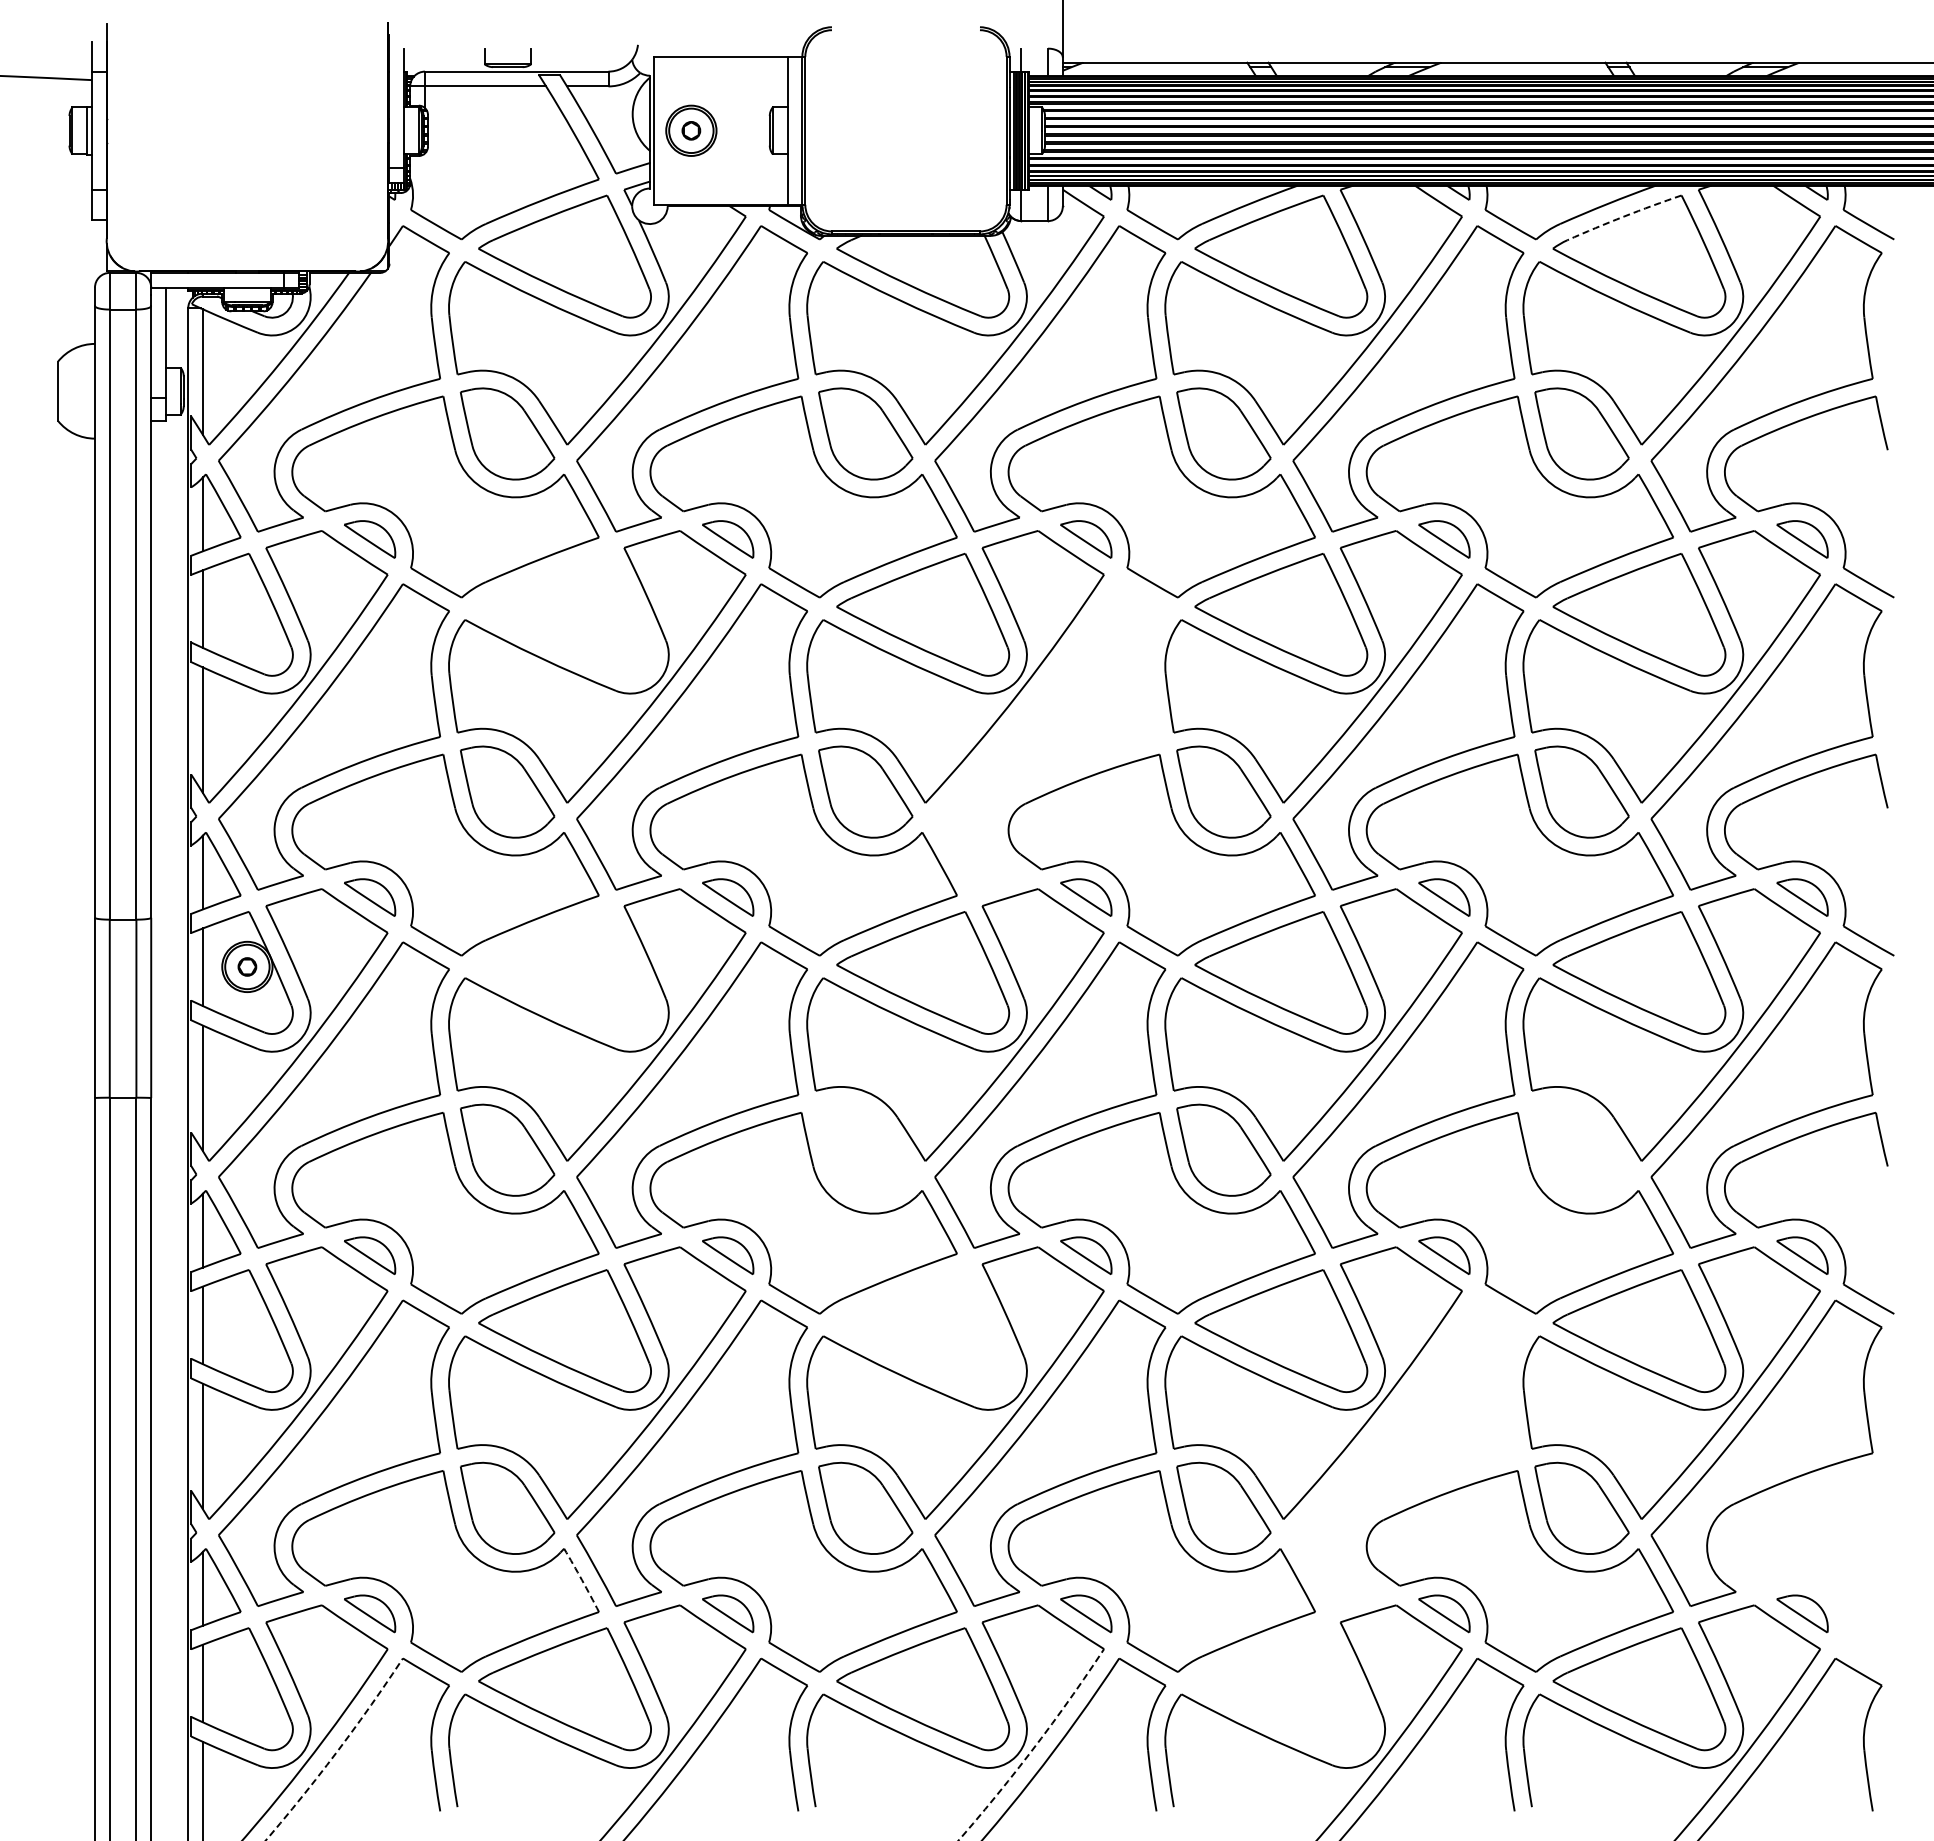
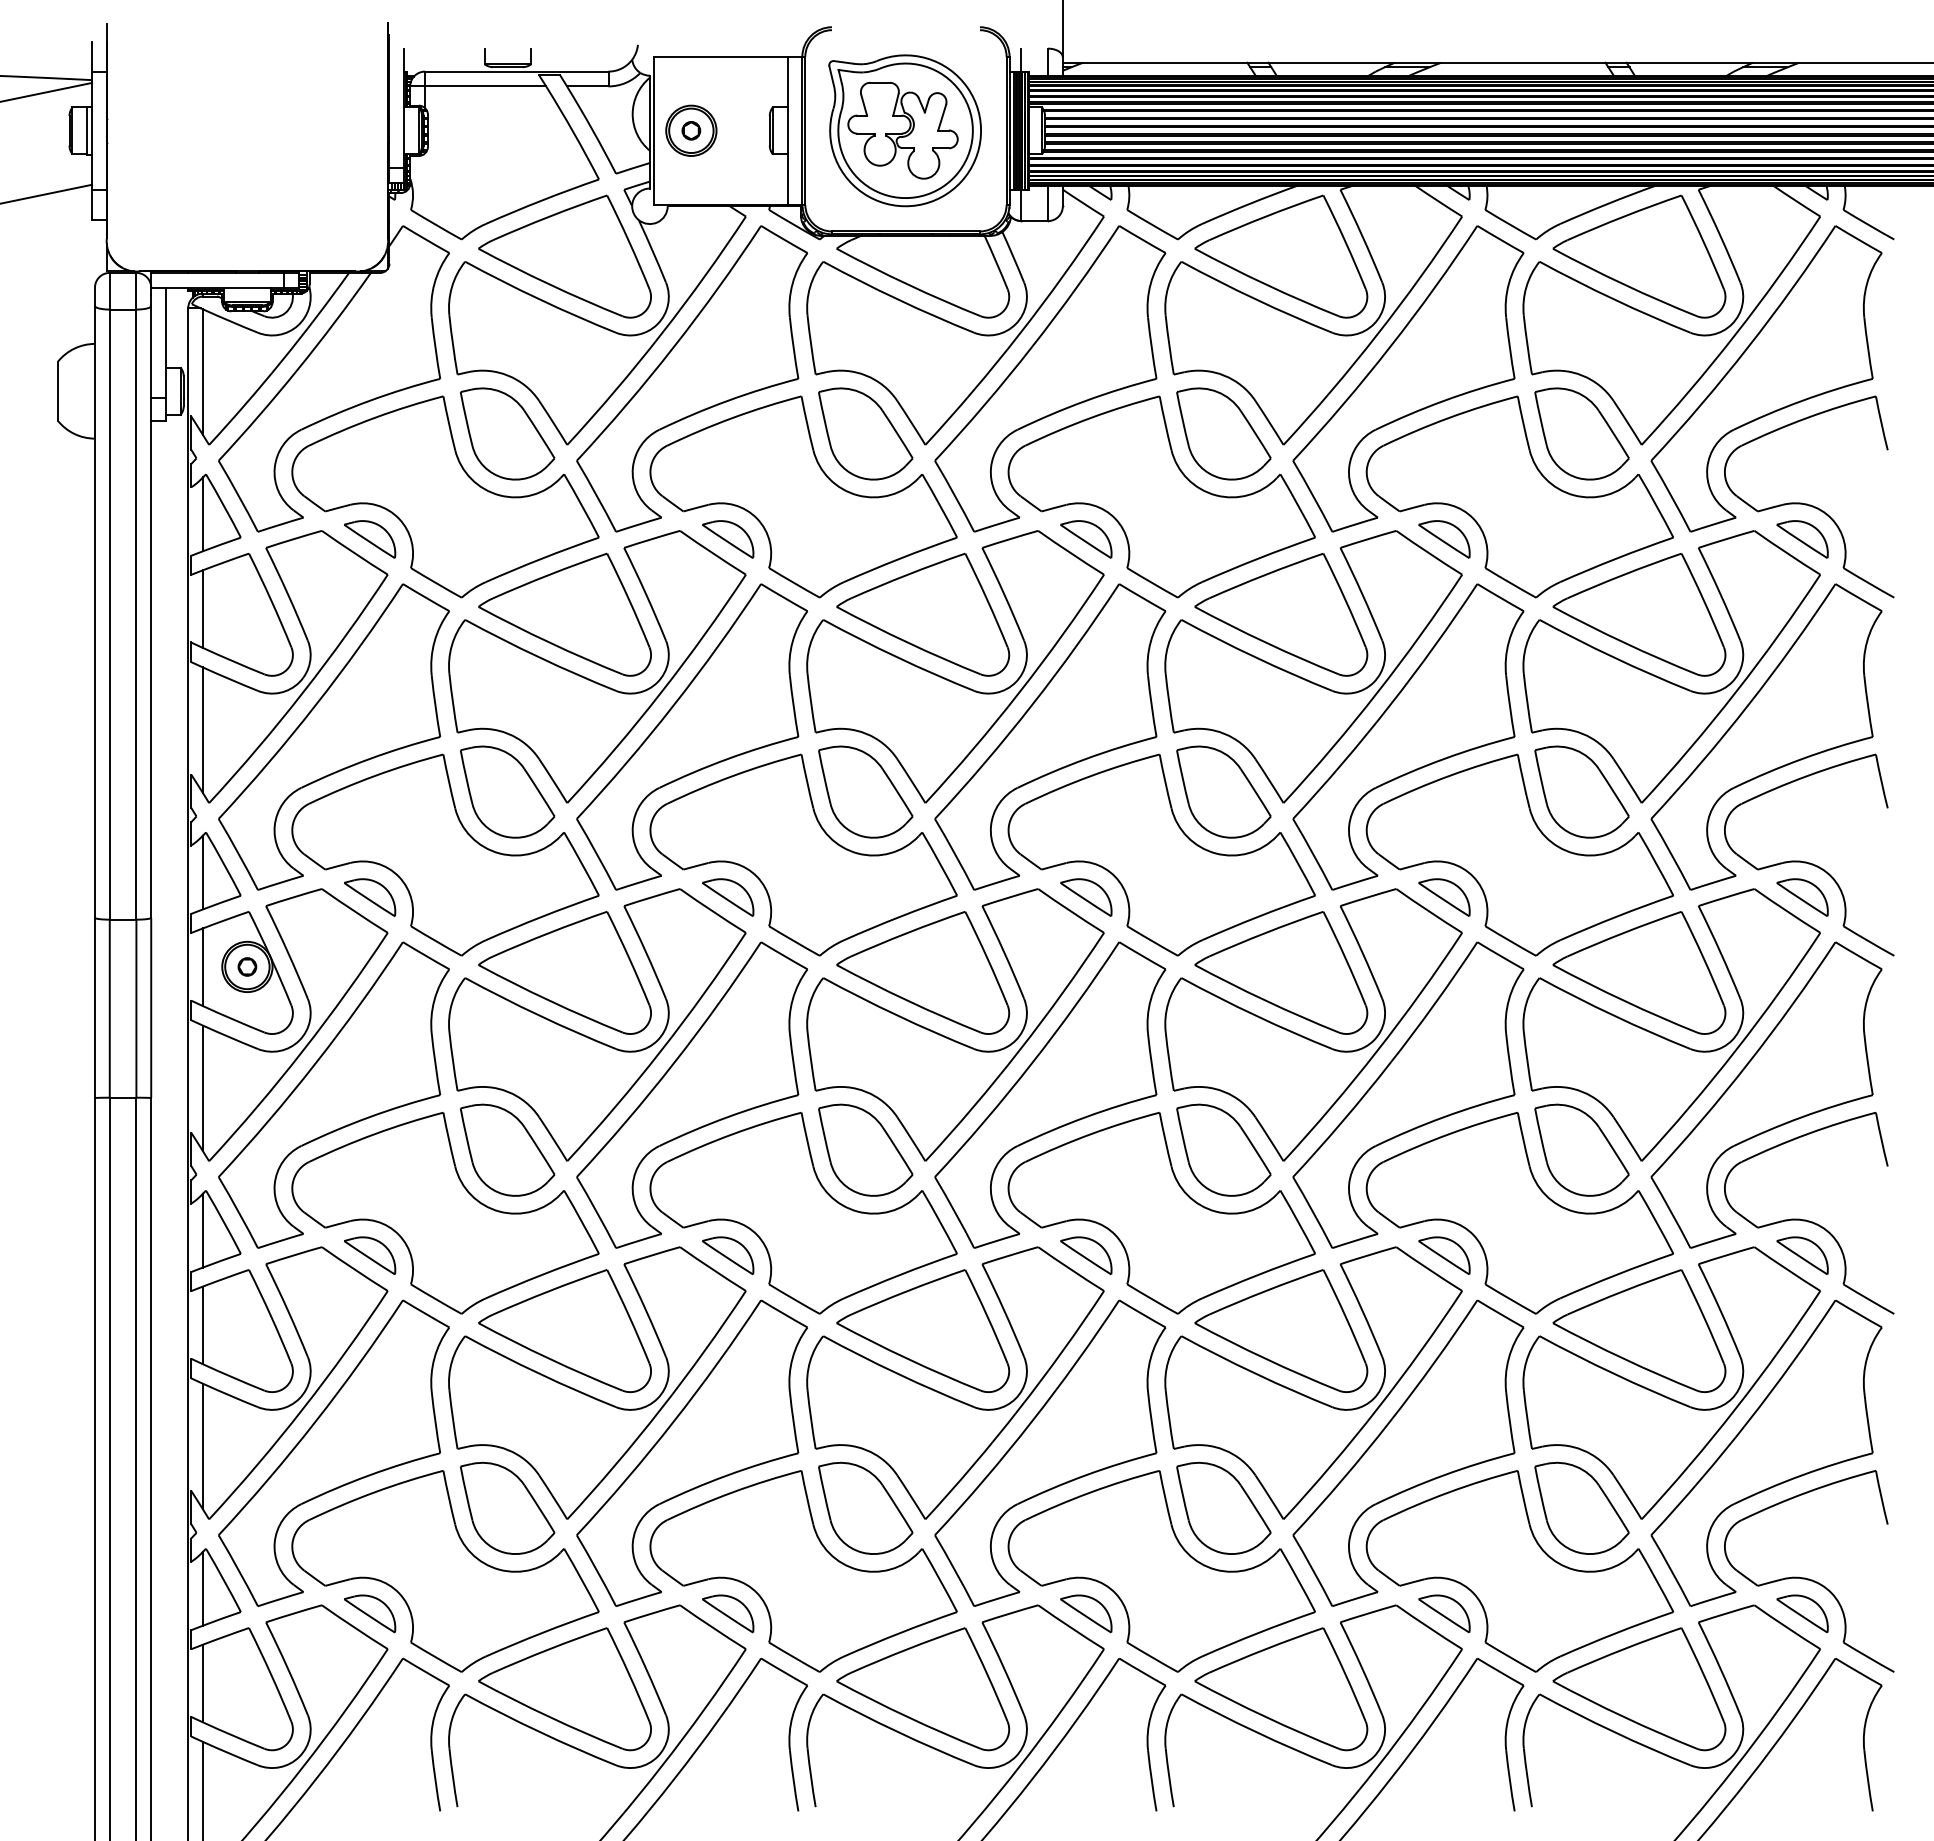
line at (47, 91): none -> present
part at (904, 130): none -> present
line at (47, 193): none -> present
arc at (1624, 216): dashed -> solid
part at (564, 614): none -> present
part at (1050, 736): none -> present
part at (564, 972): none -> present
part at (865, 1149): none -> present
part at (1581, 1149): none -> present
part at (923, 1330): none -> present
part at (1408, 1452): none -> present
part at (1809, 1578): none -> present
arc at (582, 1580): dashed -> solid
part at (1281, 1689): none -> present
arc at (1034, 1747): dashed -> solid
arc at (337, 1751): dashed -> solid
